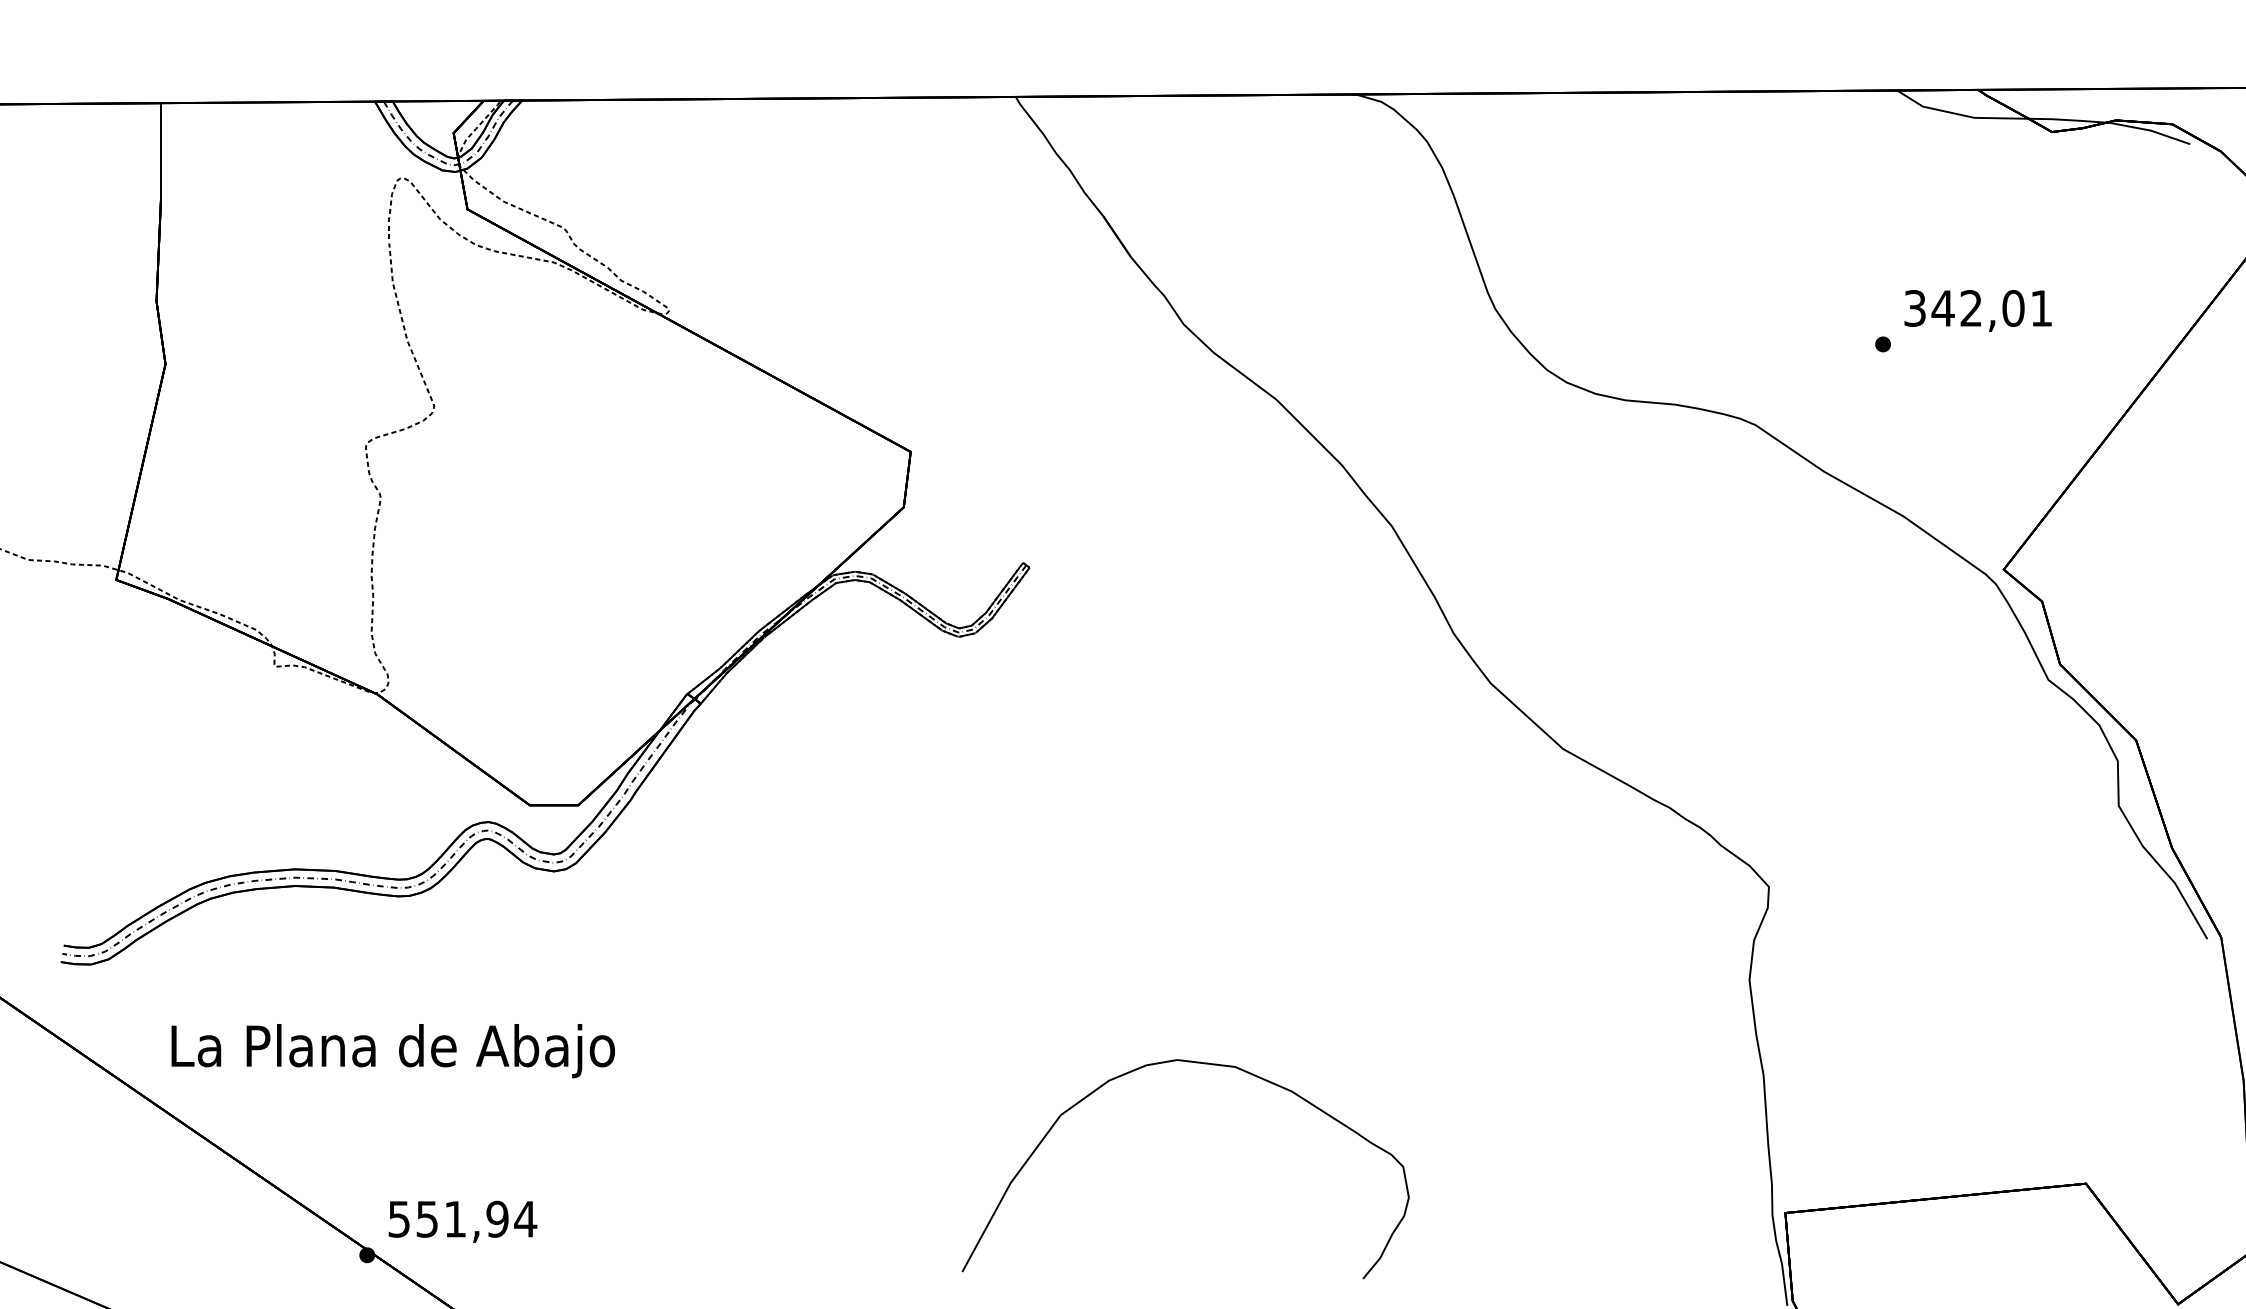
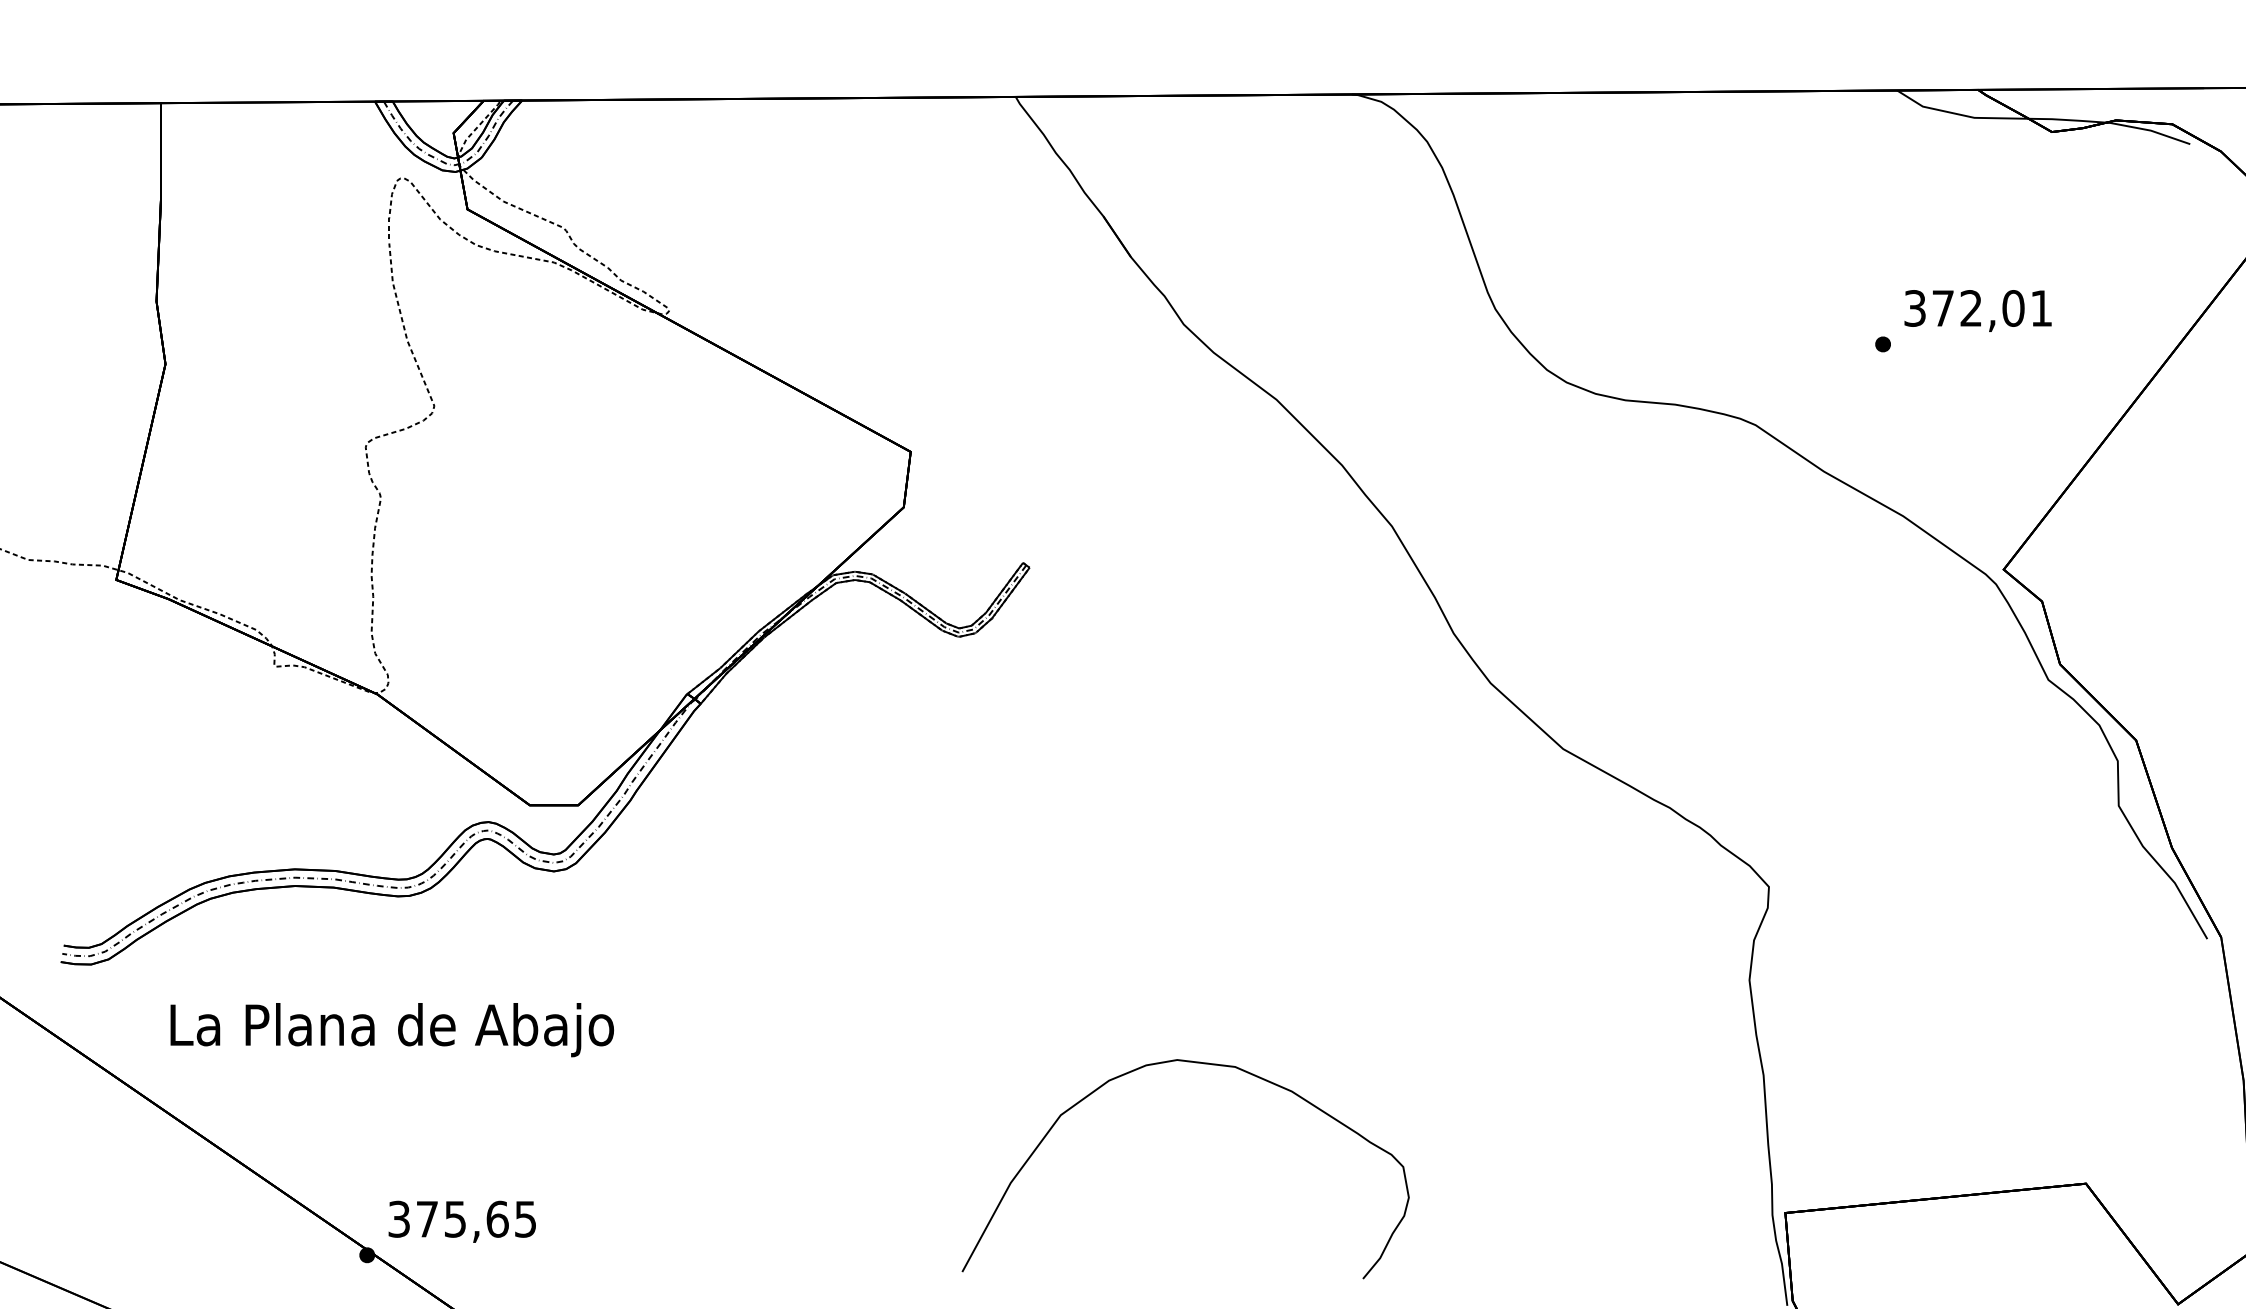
text at (1942, 308): 342,01 -> 372,01
text at (392, 1051) position: (392, 1051) -> (391, 1030)
text at (463, 1218): 551,94 -> 375,65
